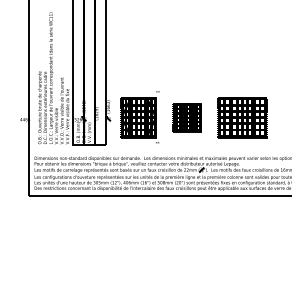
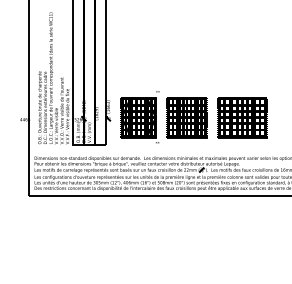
part at (186, 117) size: 30x30 px -> 42x42 px
